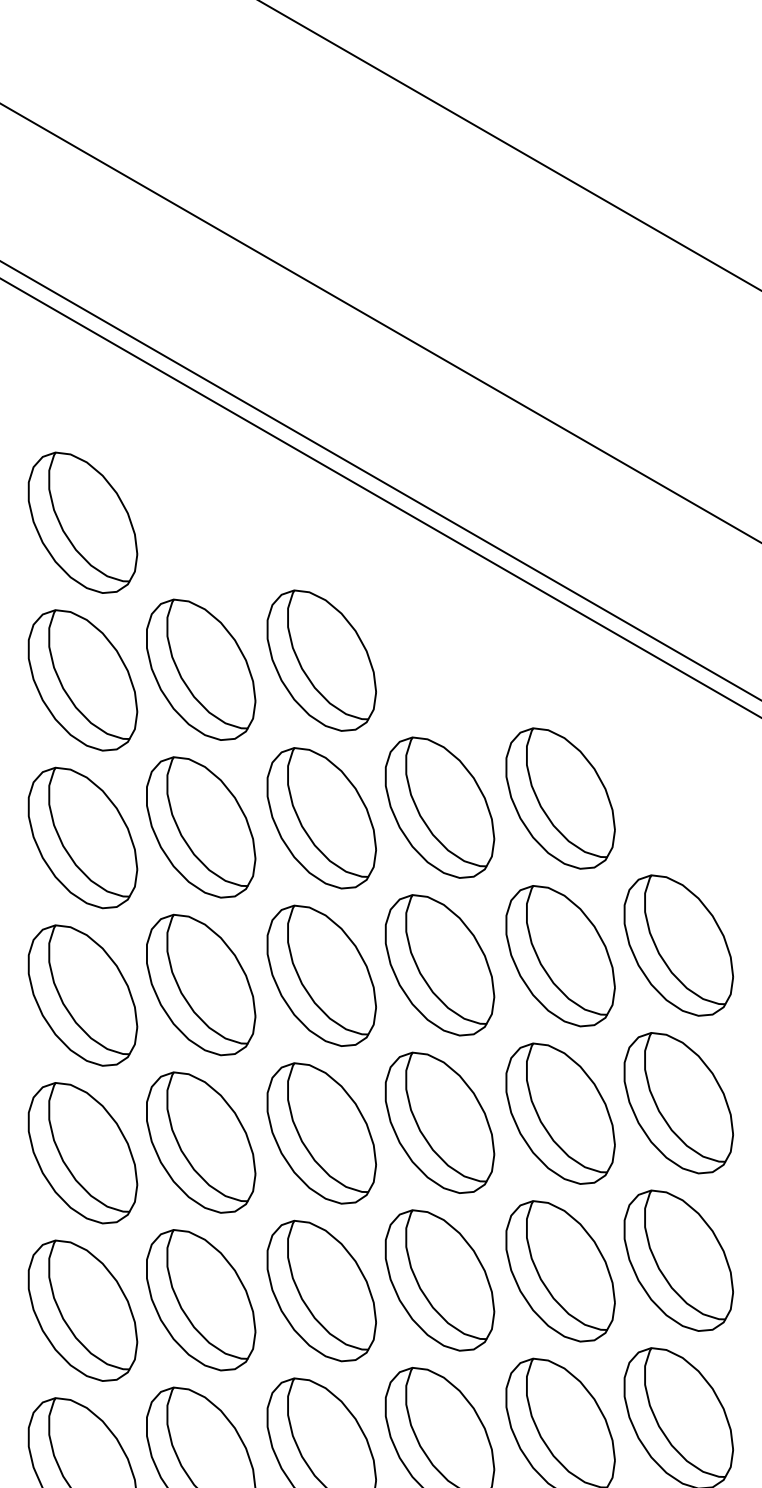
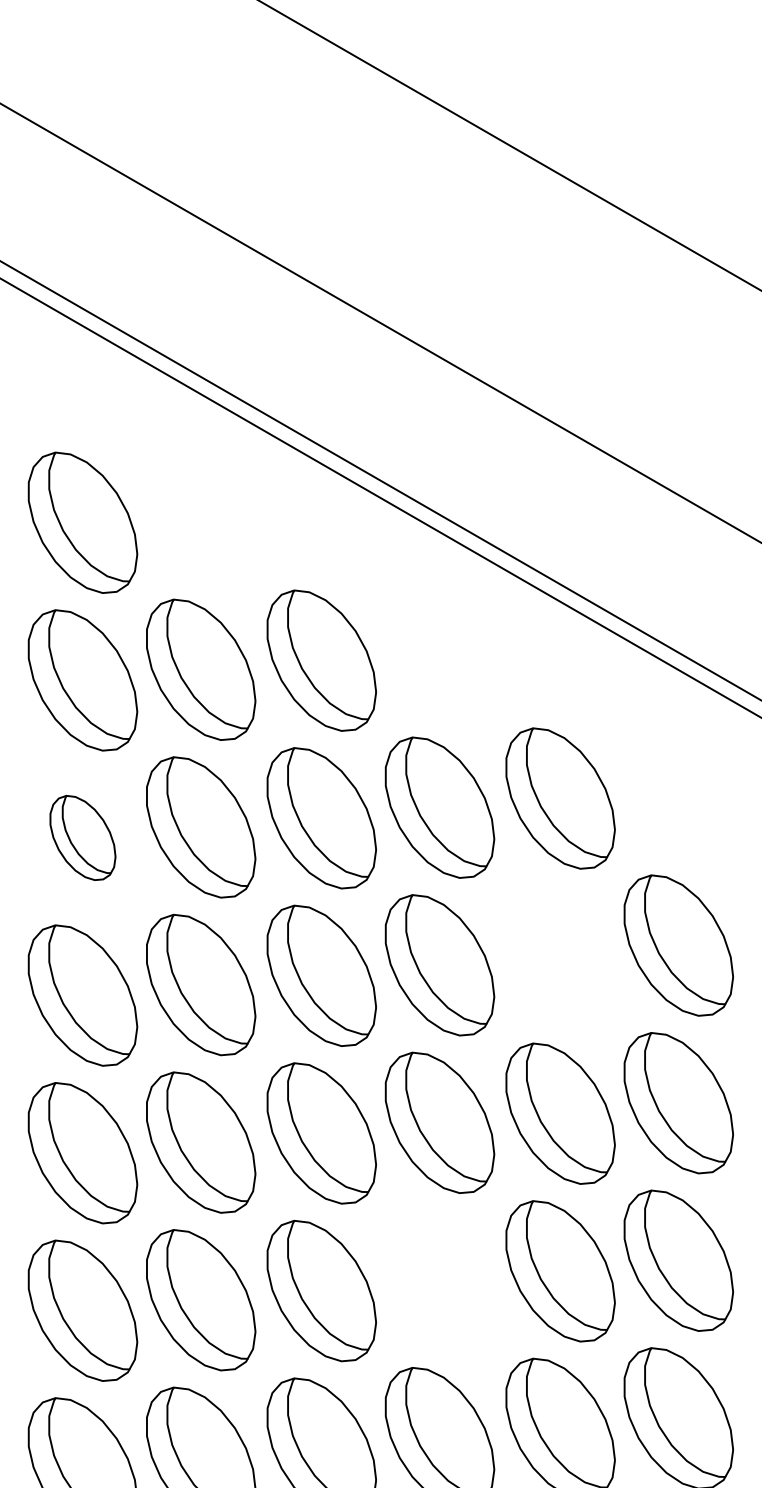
part at (82, 837) size: 112x144 px -> 68x86 px
part at (560, 956): present -> none
part at (439, 1280): present -> none
